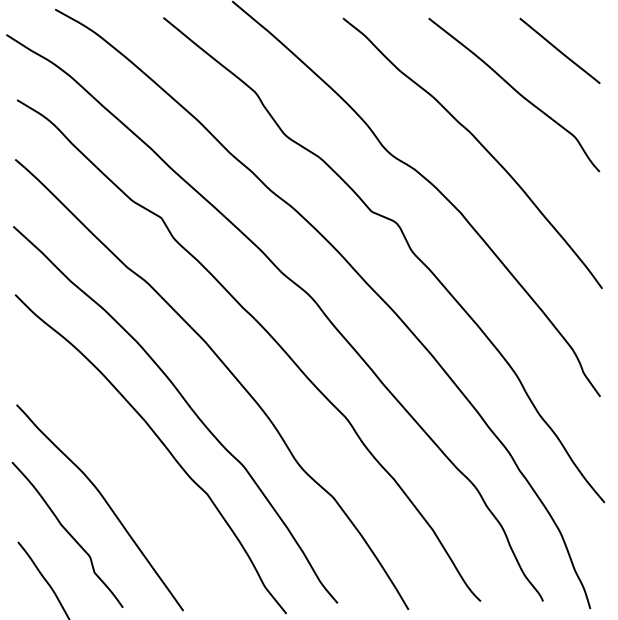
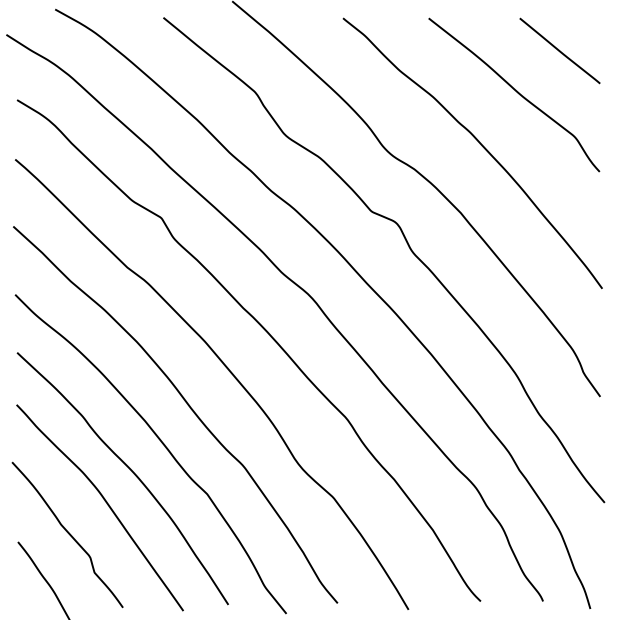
curve at (130, 470): none -> present
